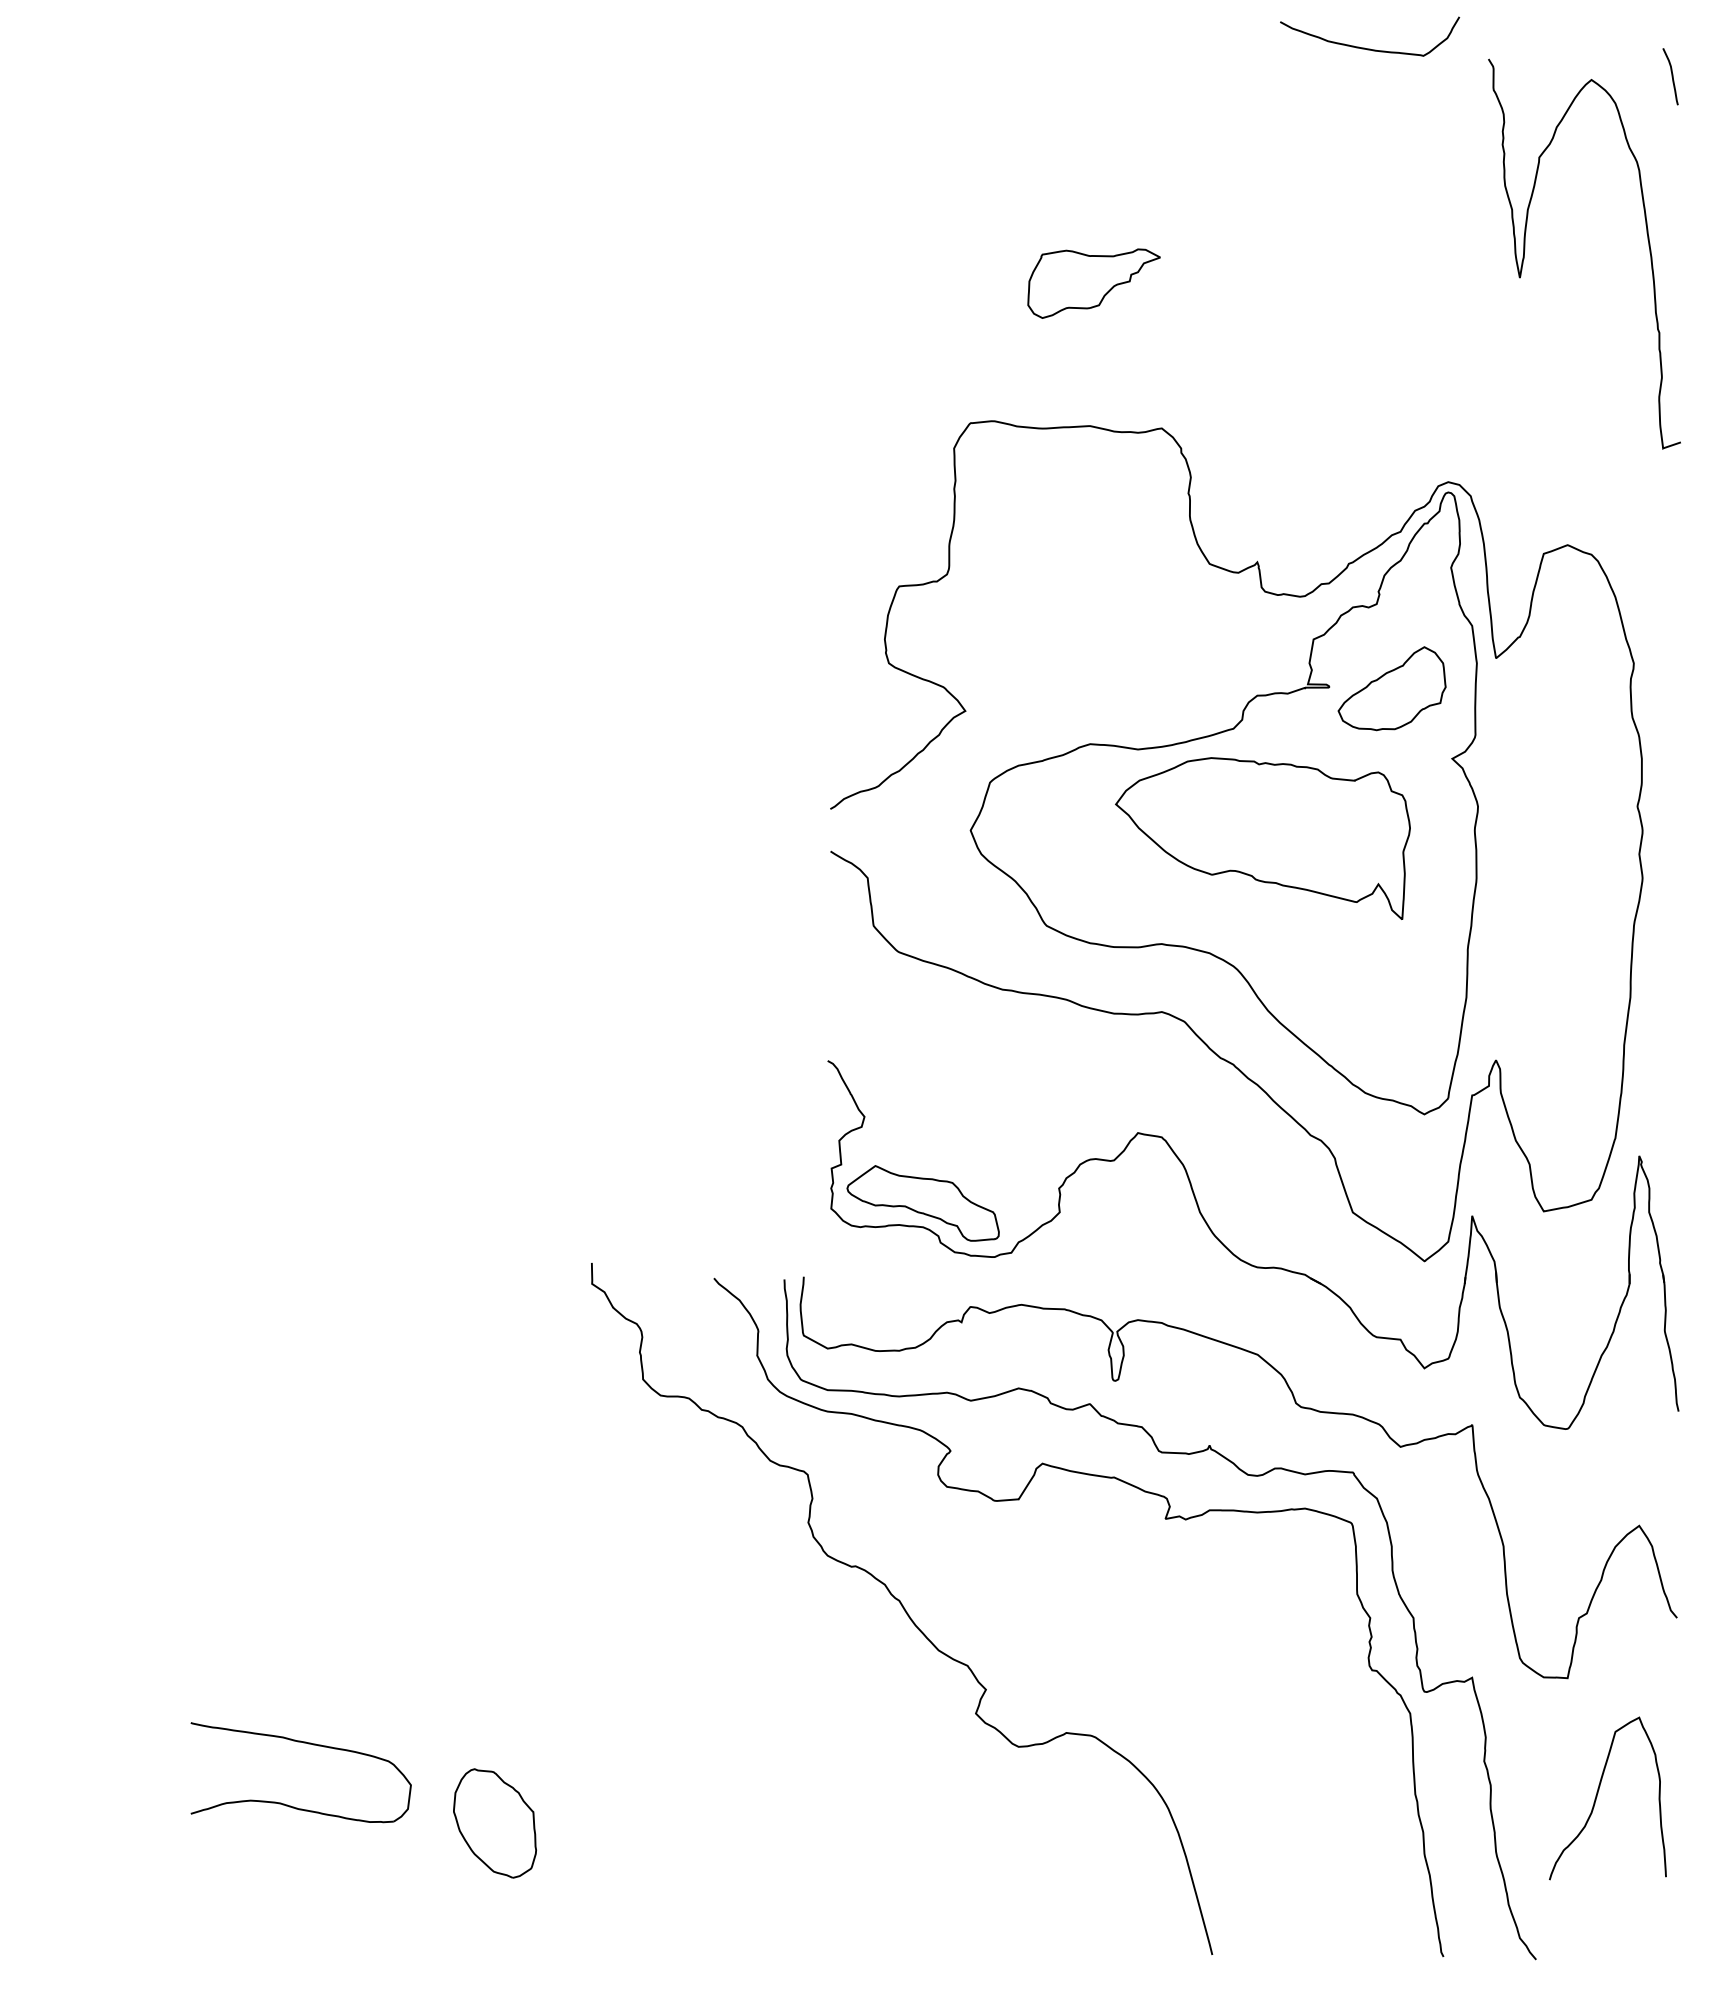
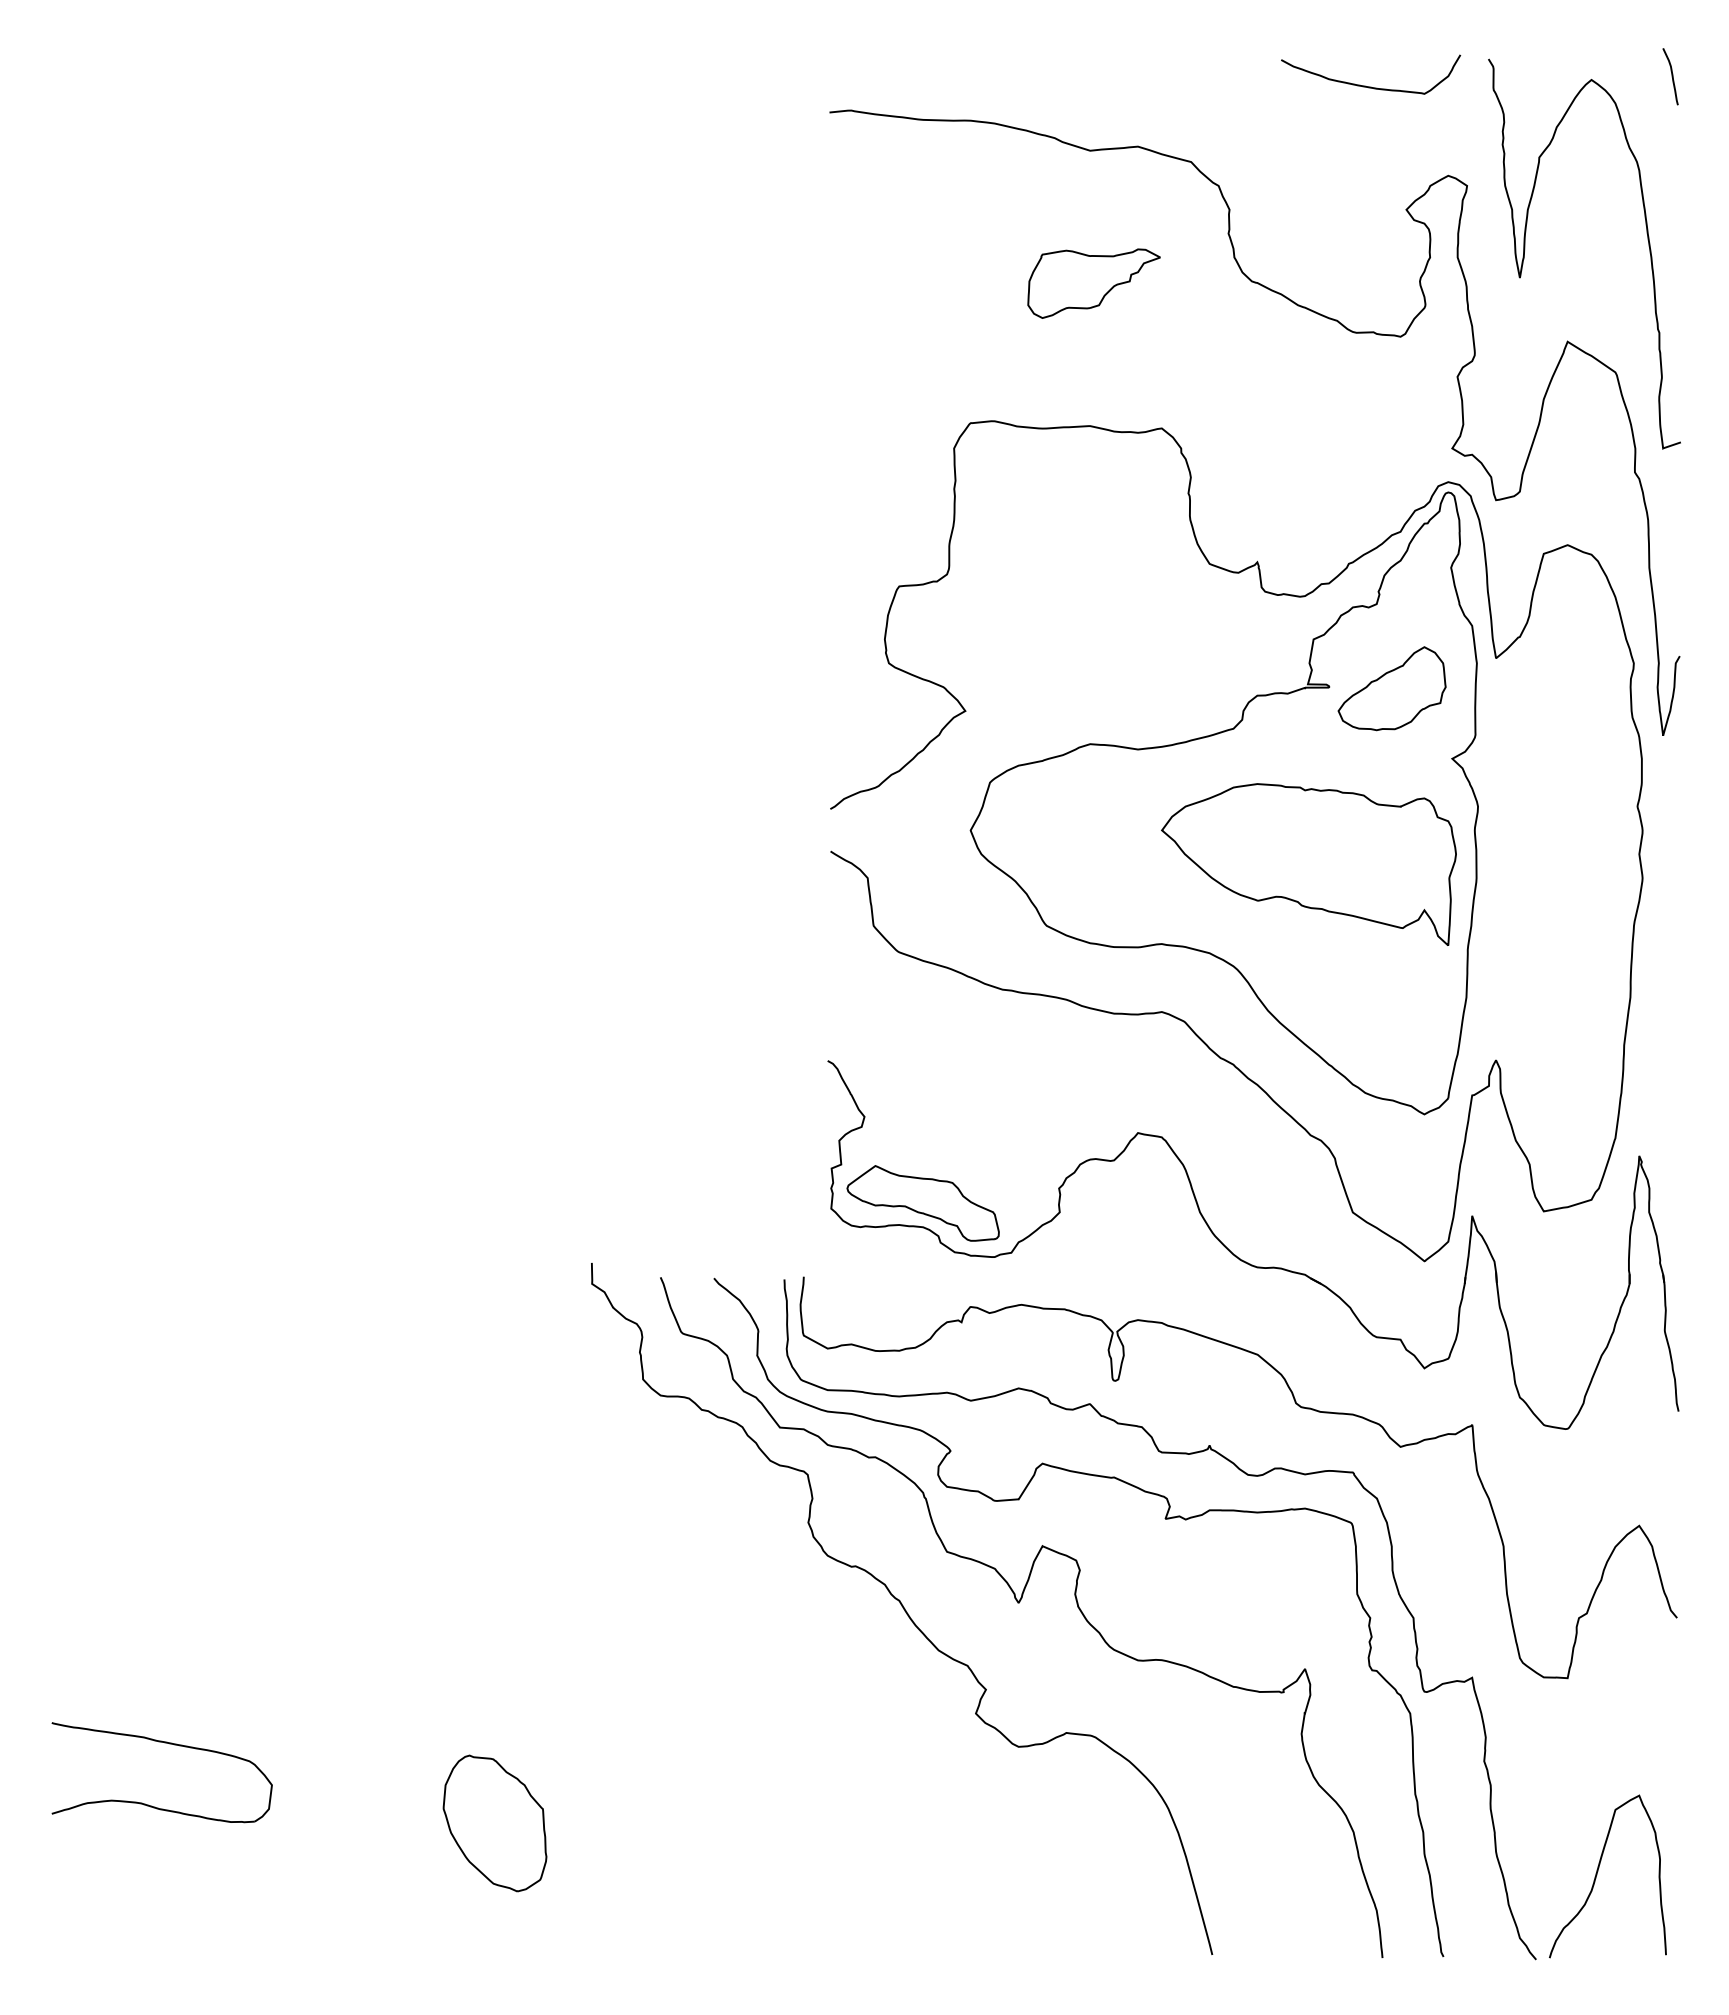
curve at (1370, 48) position: (1370, 48) -> (1371, 86)
curve at (1300, 307): none -> present
part at (1262, 838) position: (1262, 838) -> (1308, 864)
curve at (1019, 1603): none -> present
part at (308, 1744) position: (308, 1744) -> (169, 1744)
curve at (1597, 1797) position: (1597, 1797) -> (1597, 1875)
part at (494, 1823) size: 84x111 px -> 106x139 px
